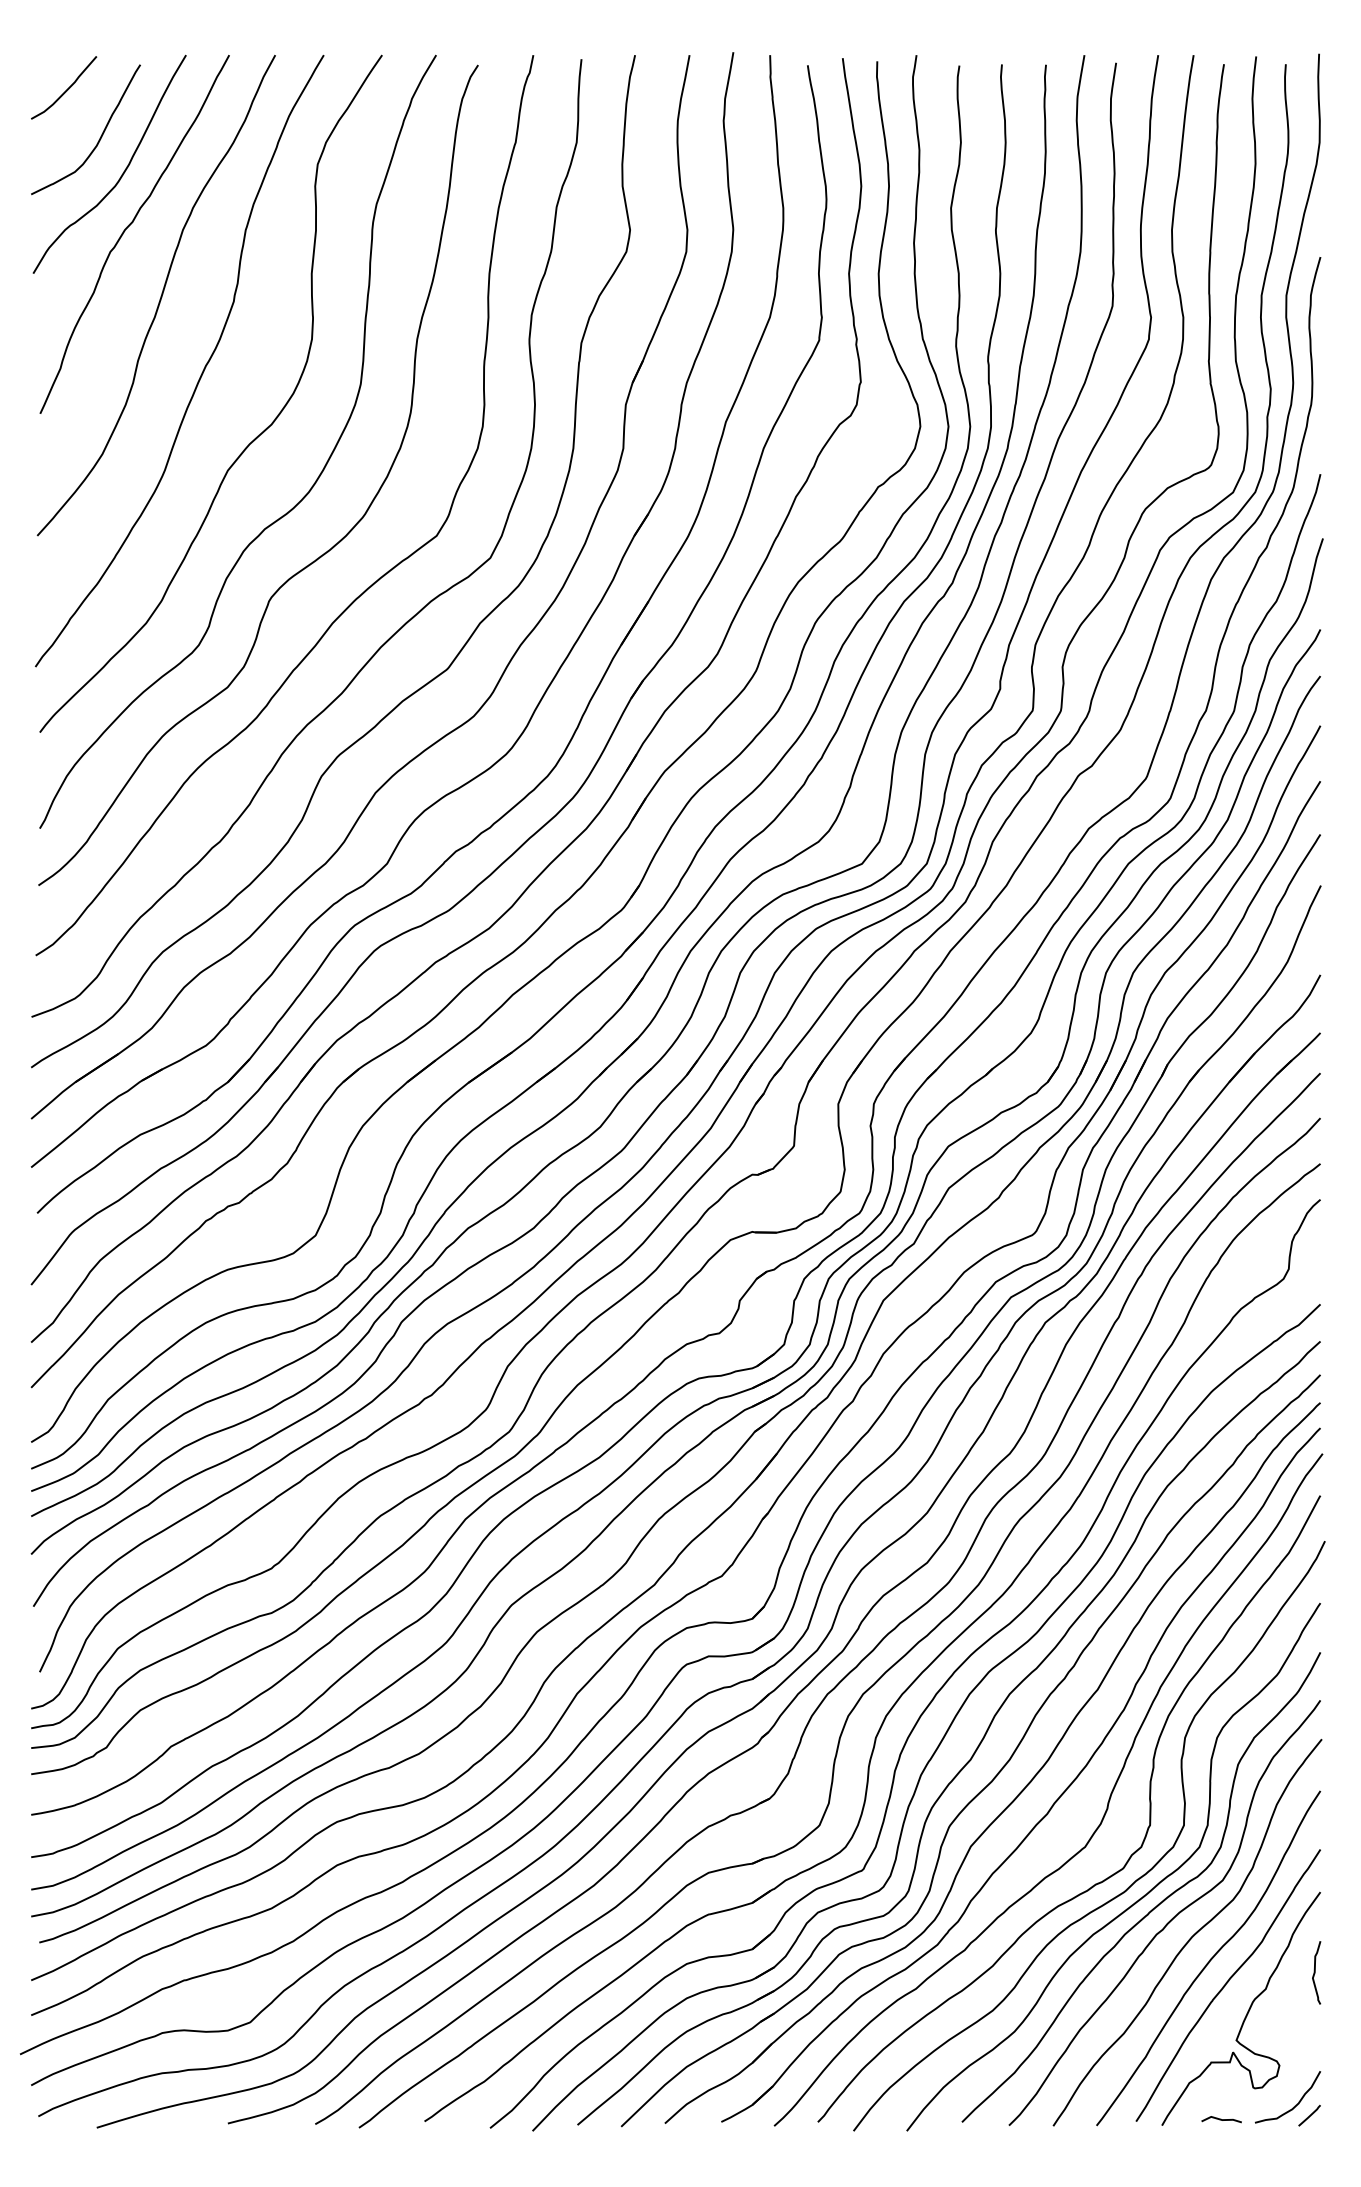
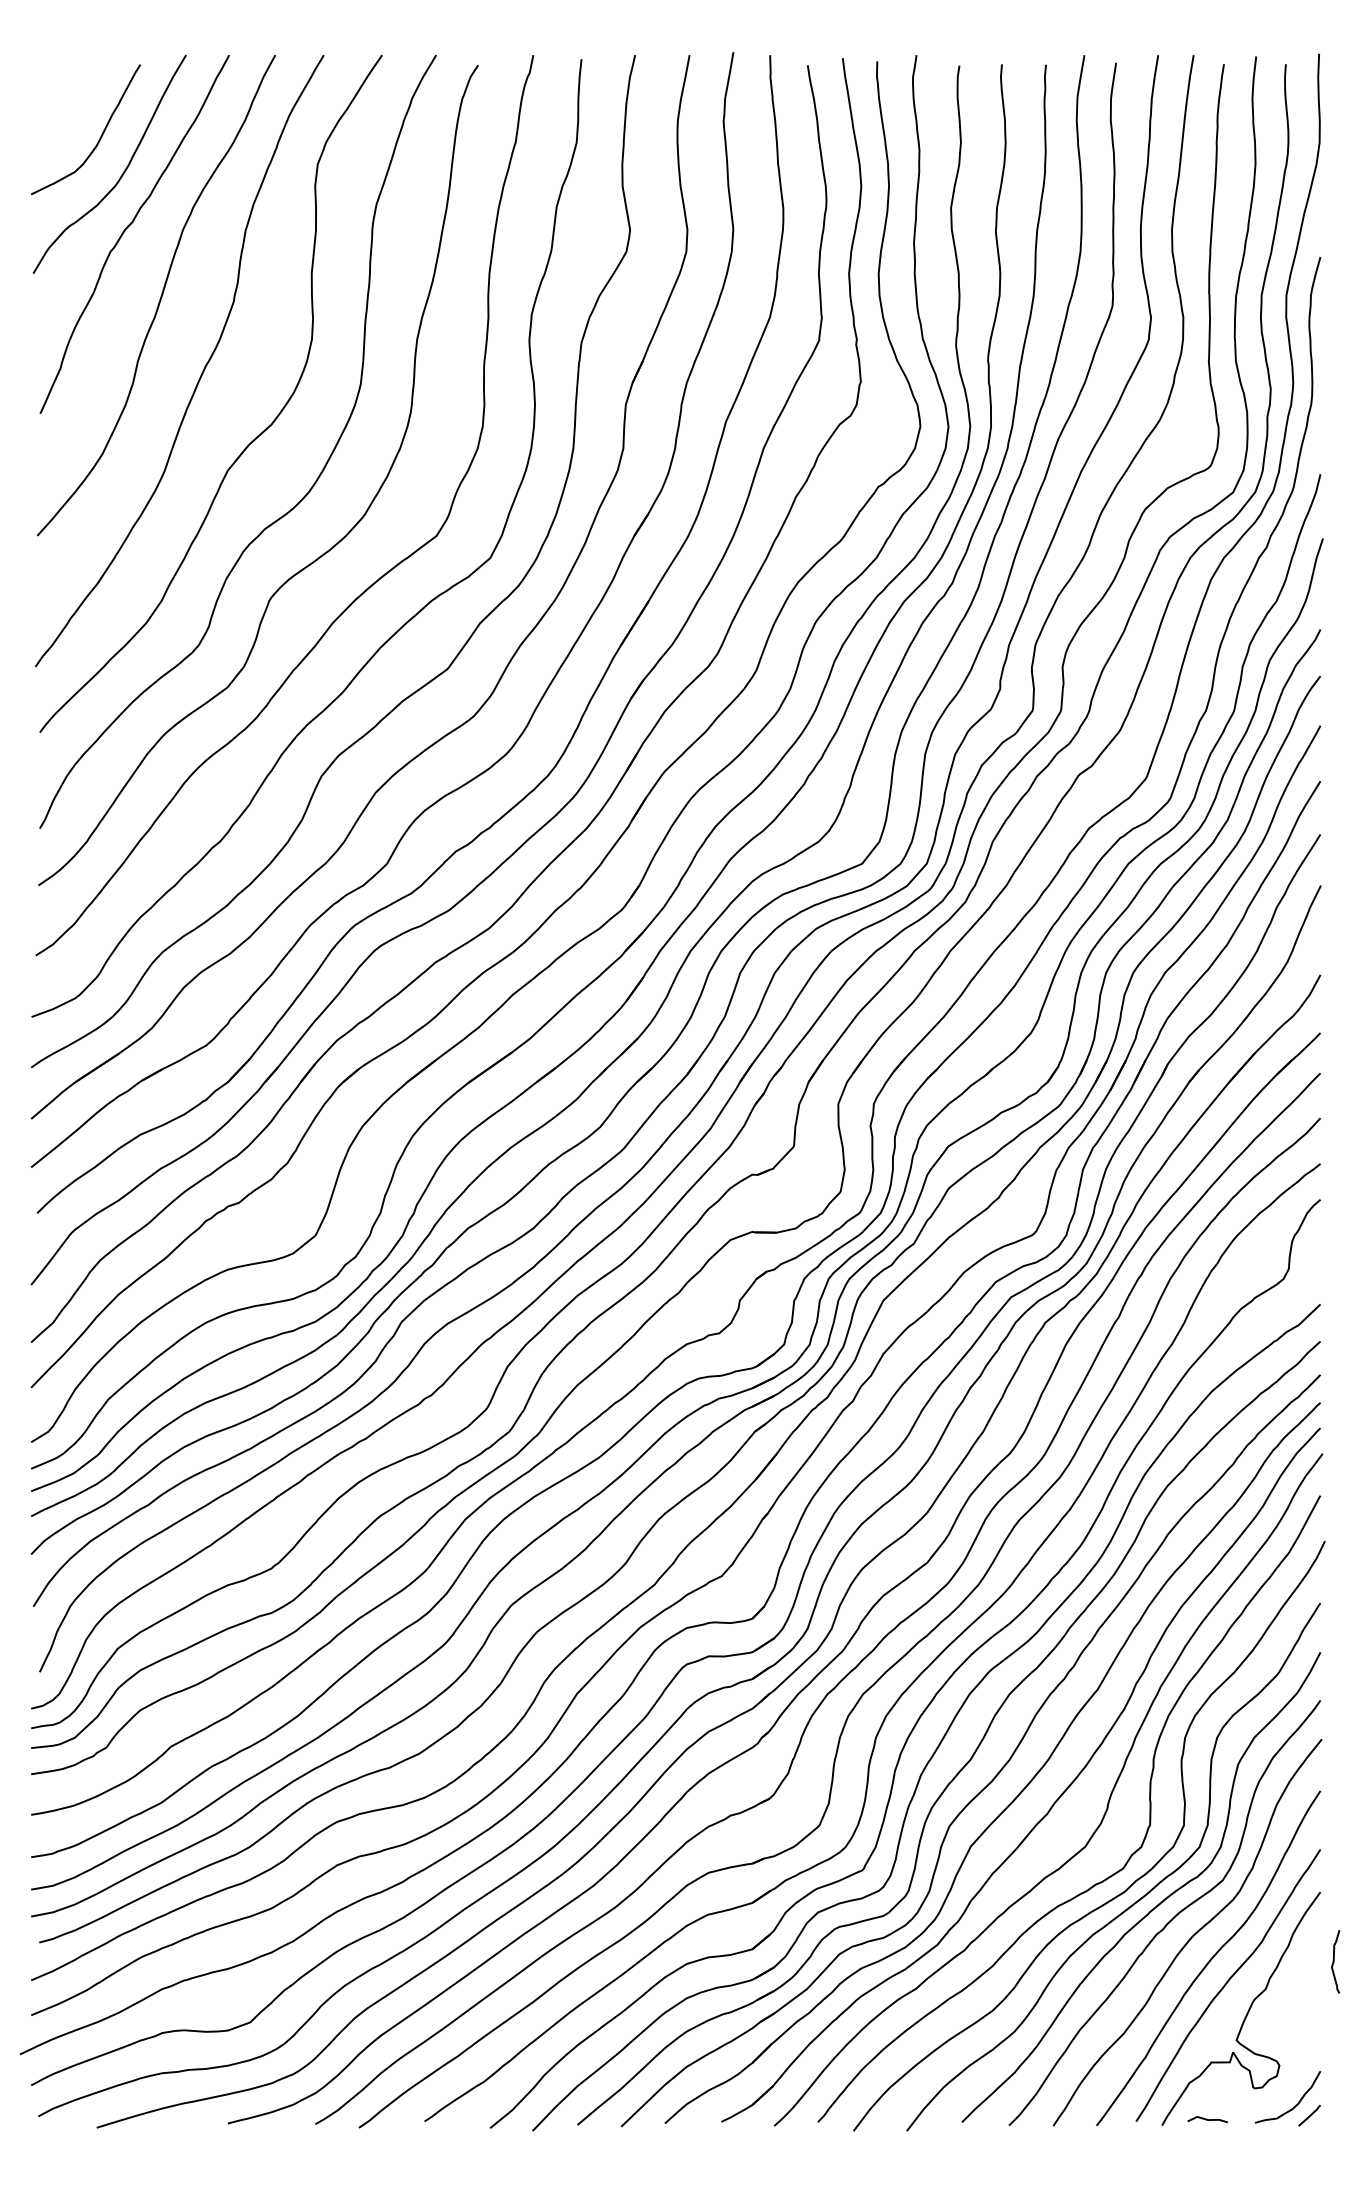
curve at (66, 89): present -> none
curve at (1315, 1972) position: (1315, 1972) -> (1334, 1961)
line at (1221, 2119) position: (1221, 2119) -> (1207, 2119)
